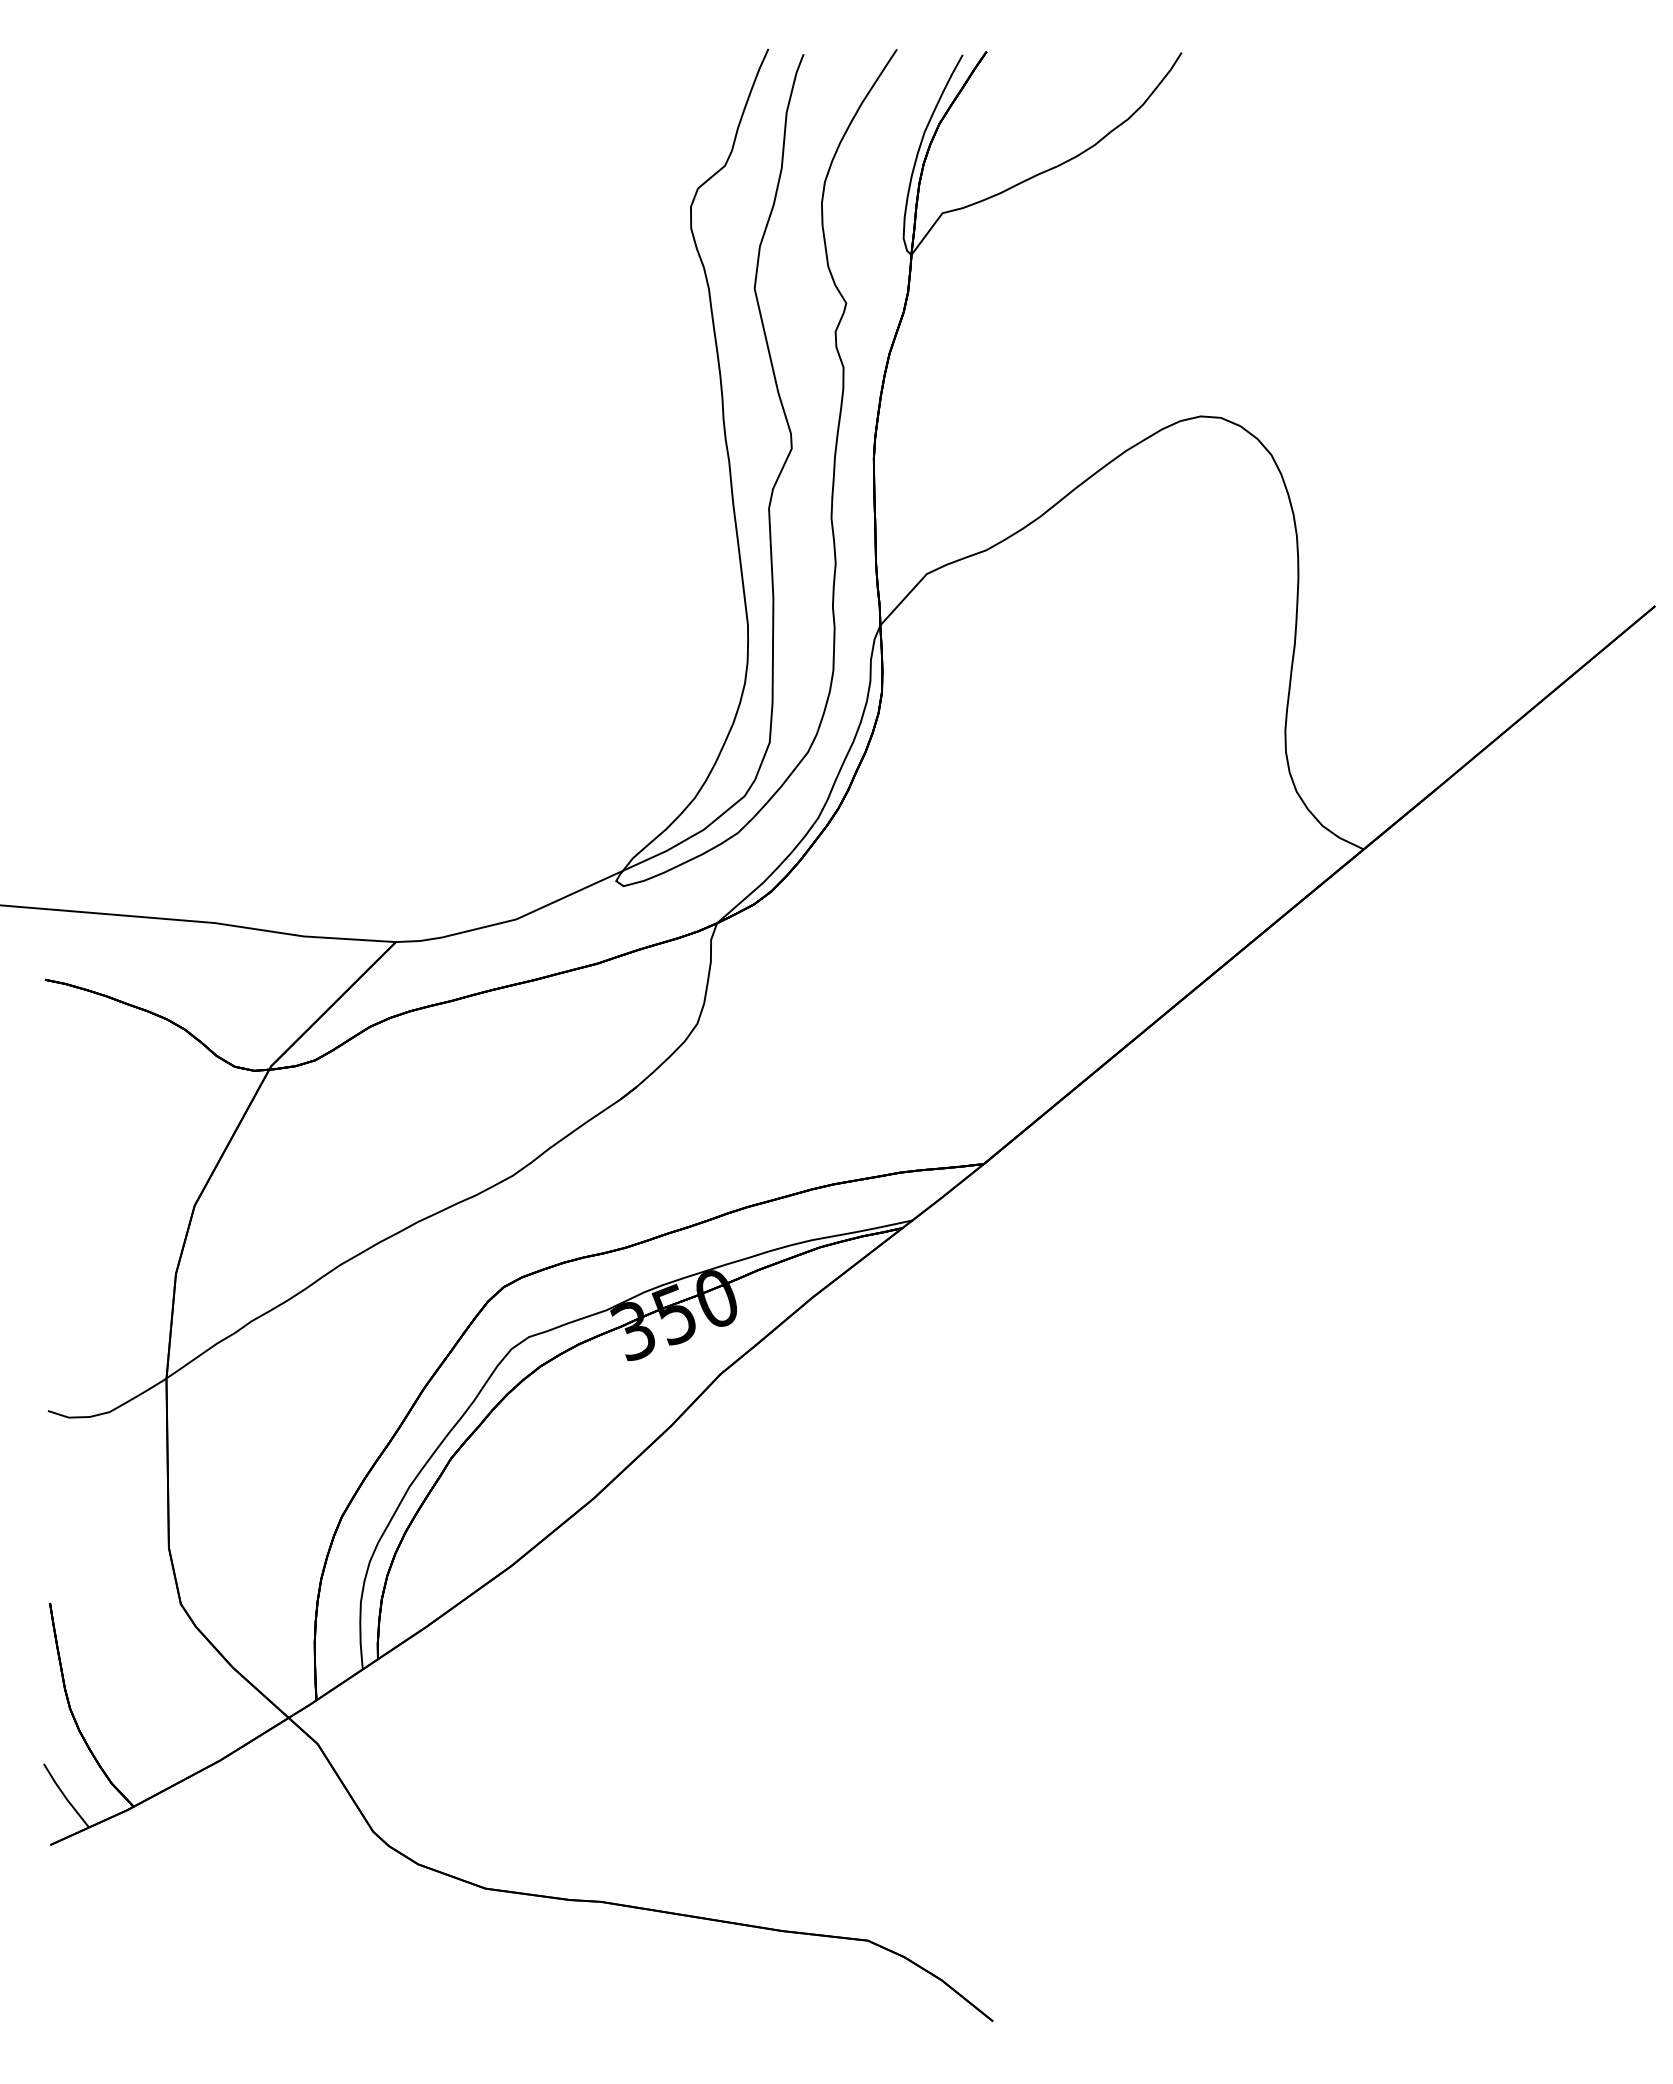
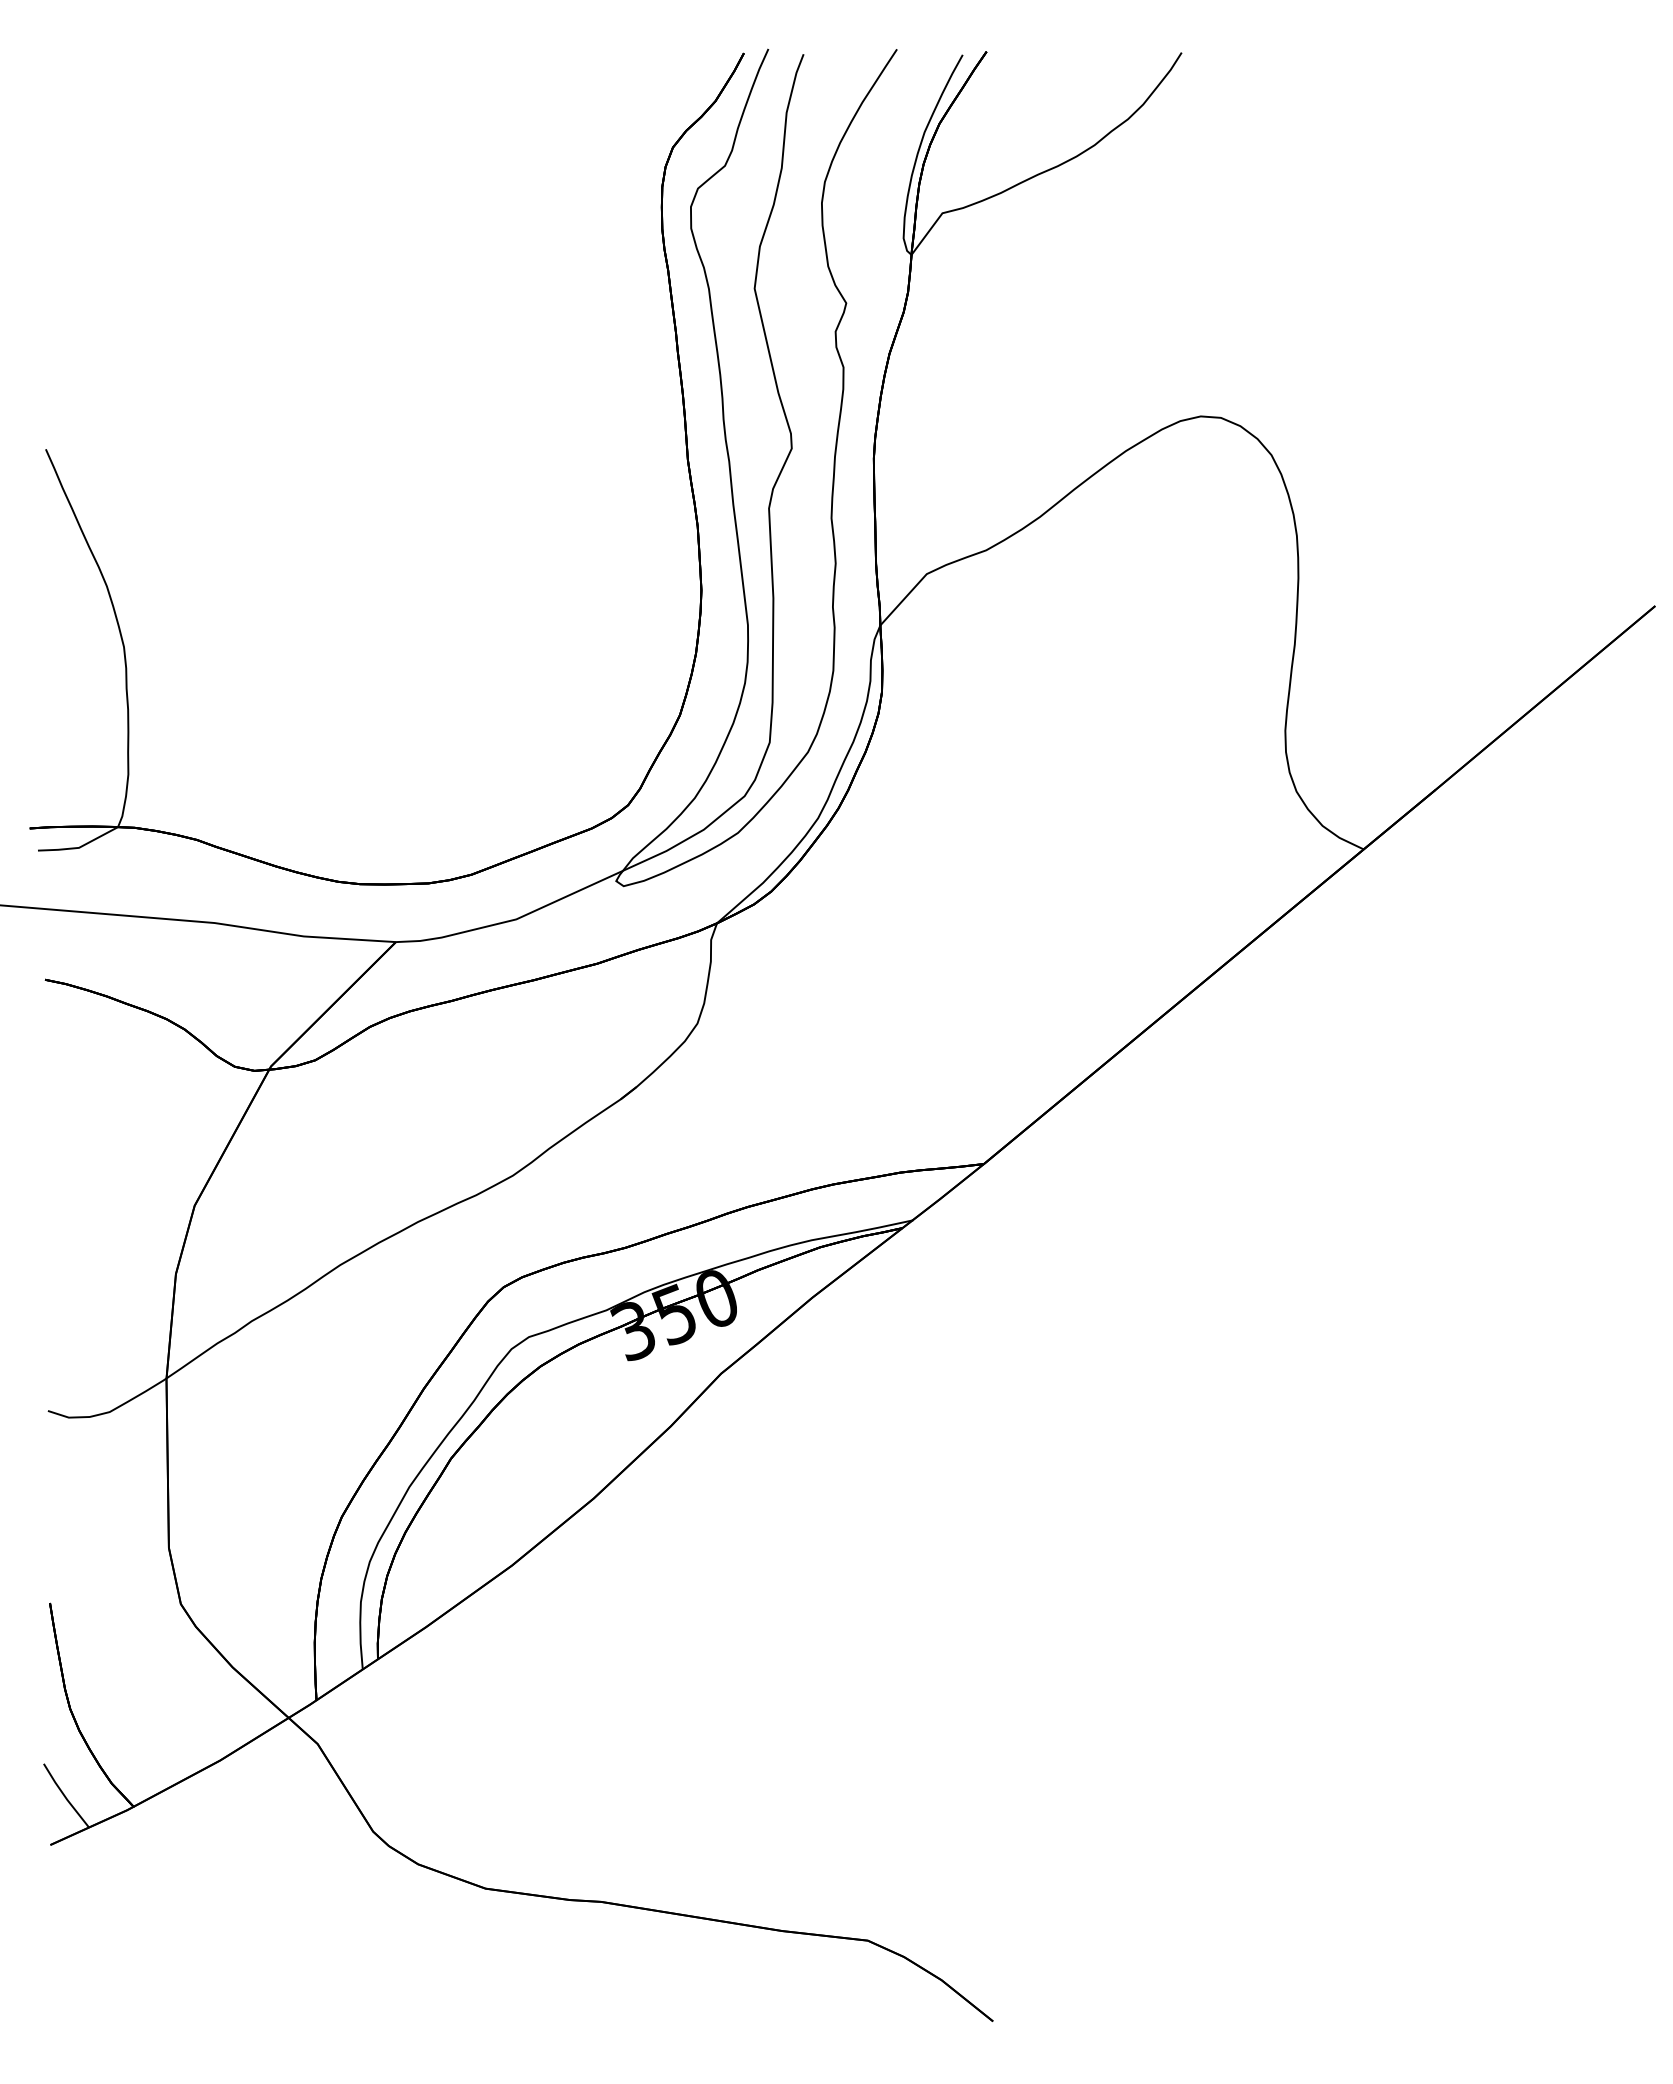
part at (685, 445): none -> present
